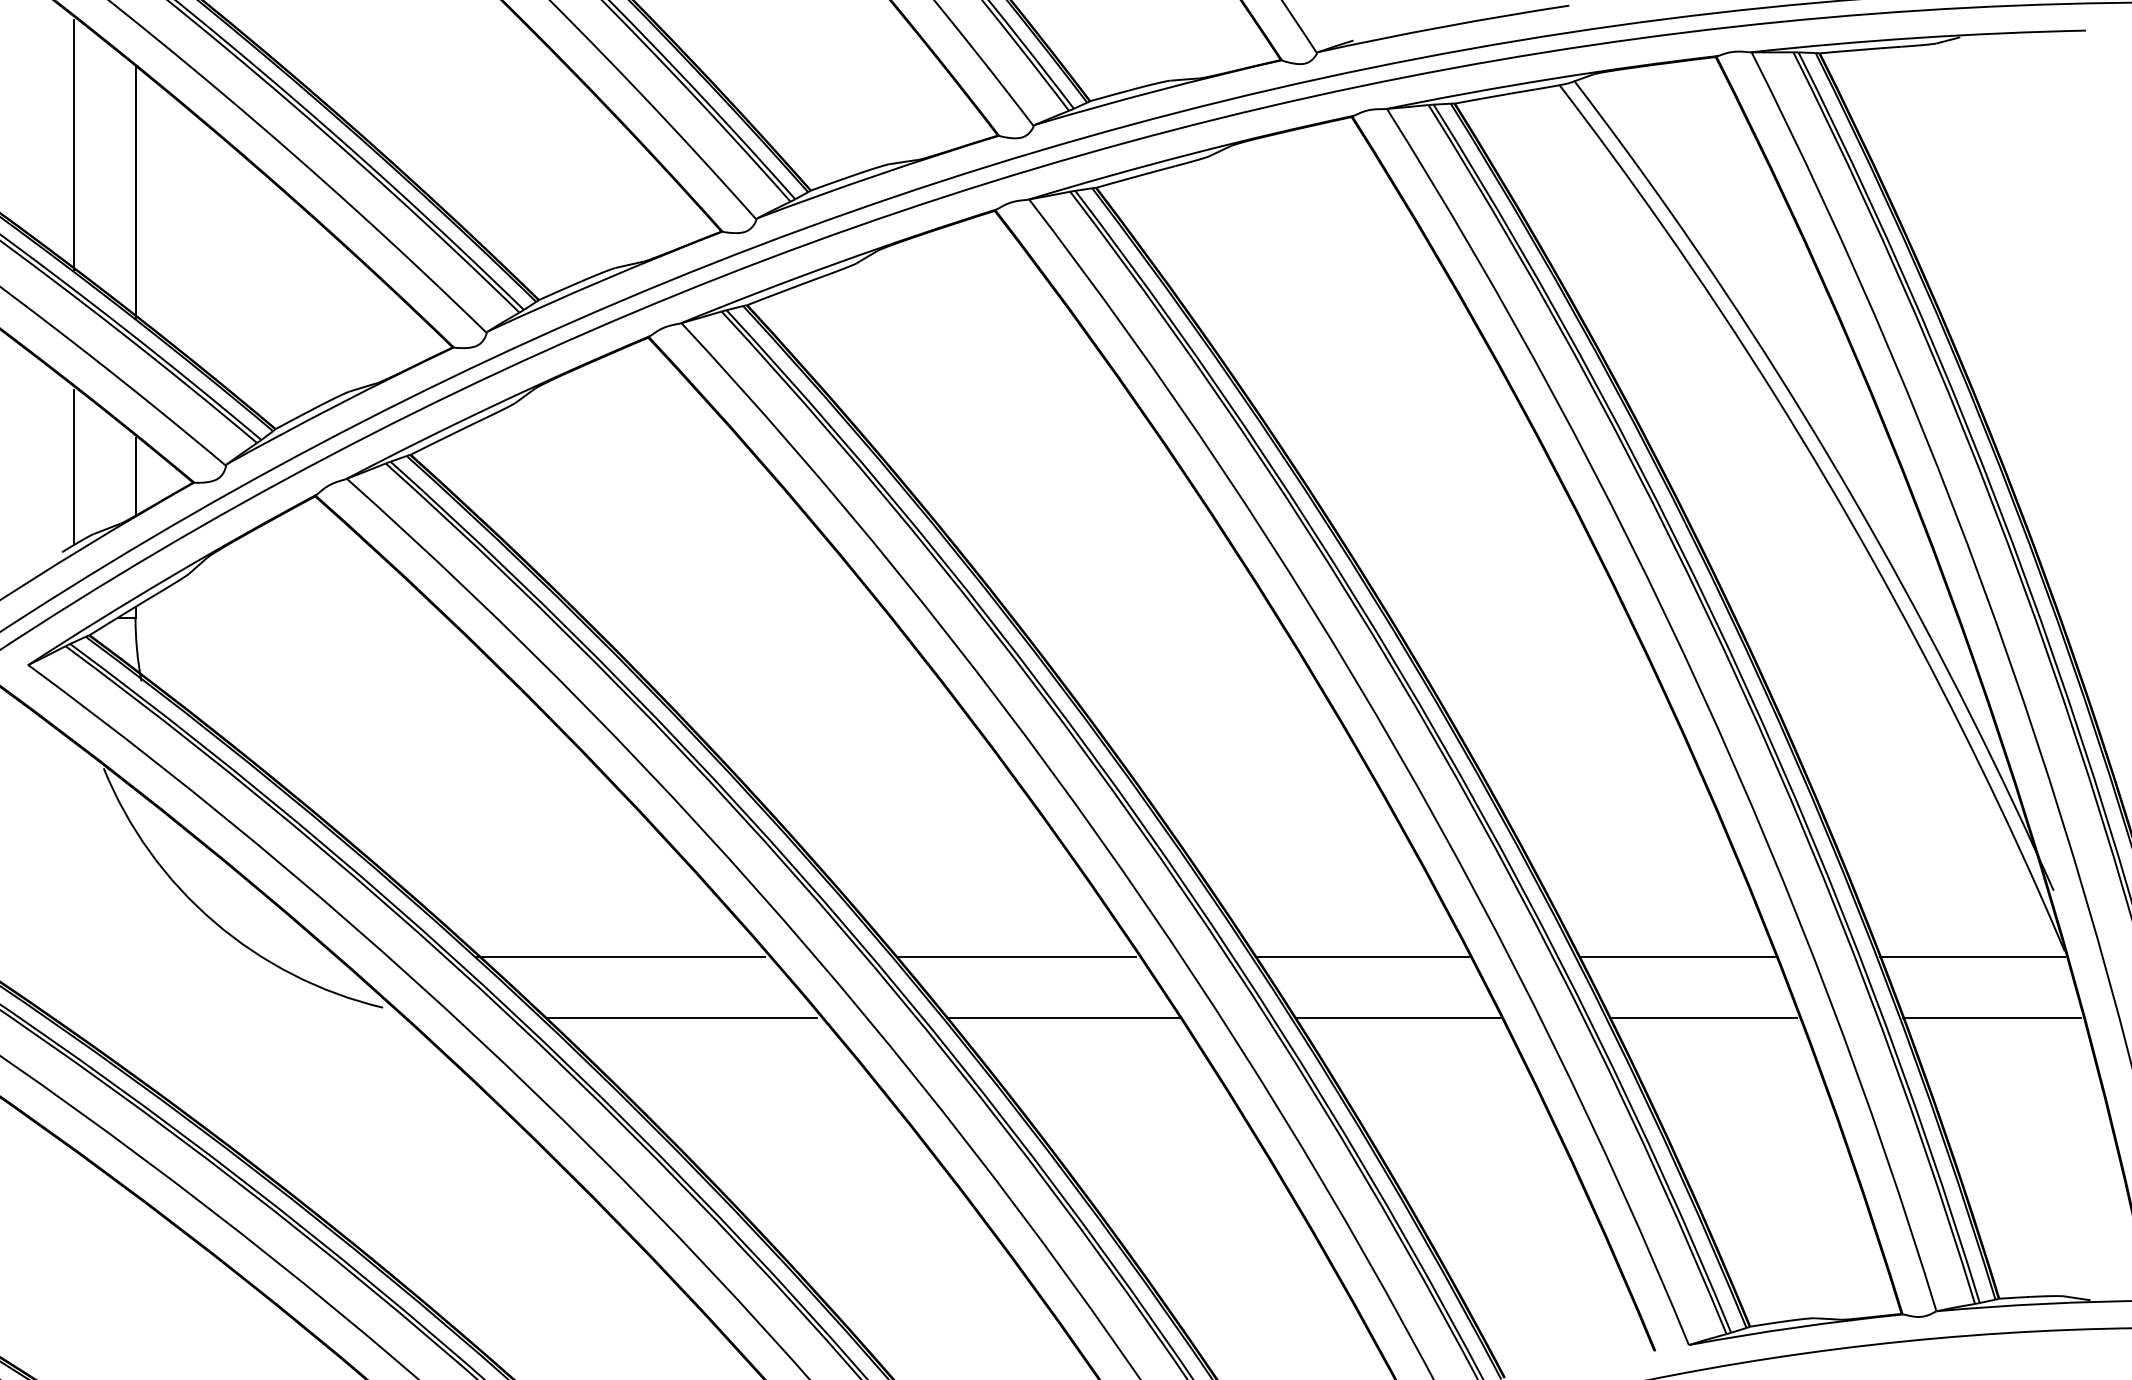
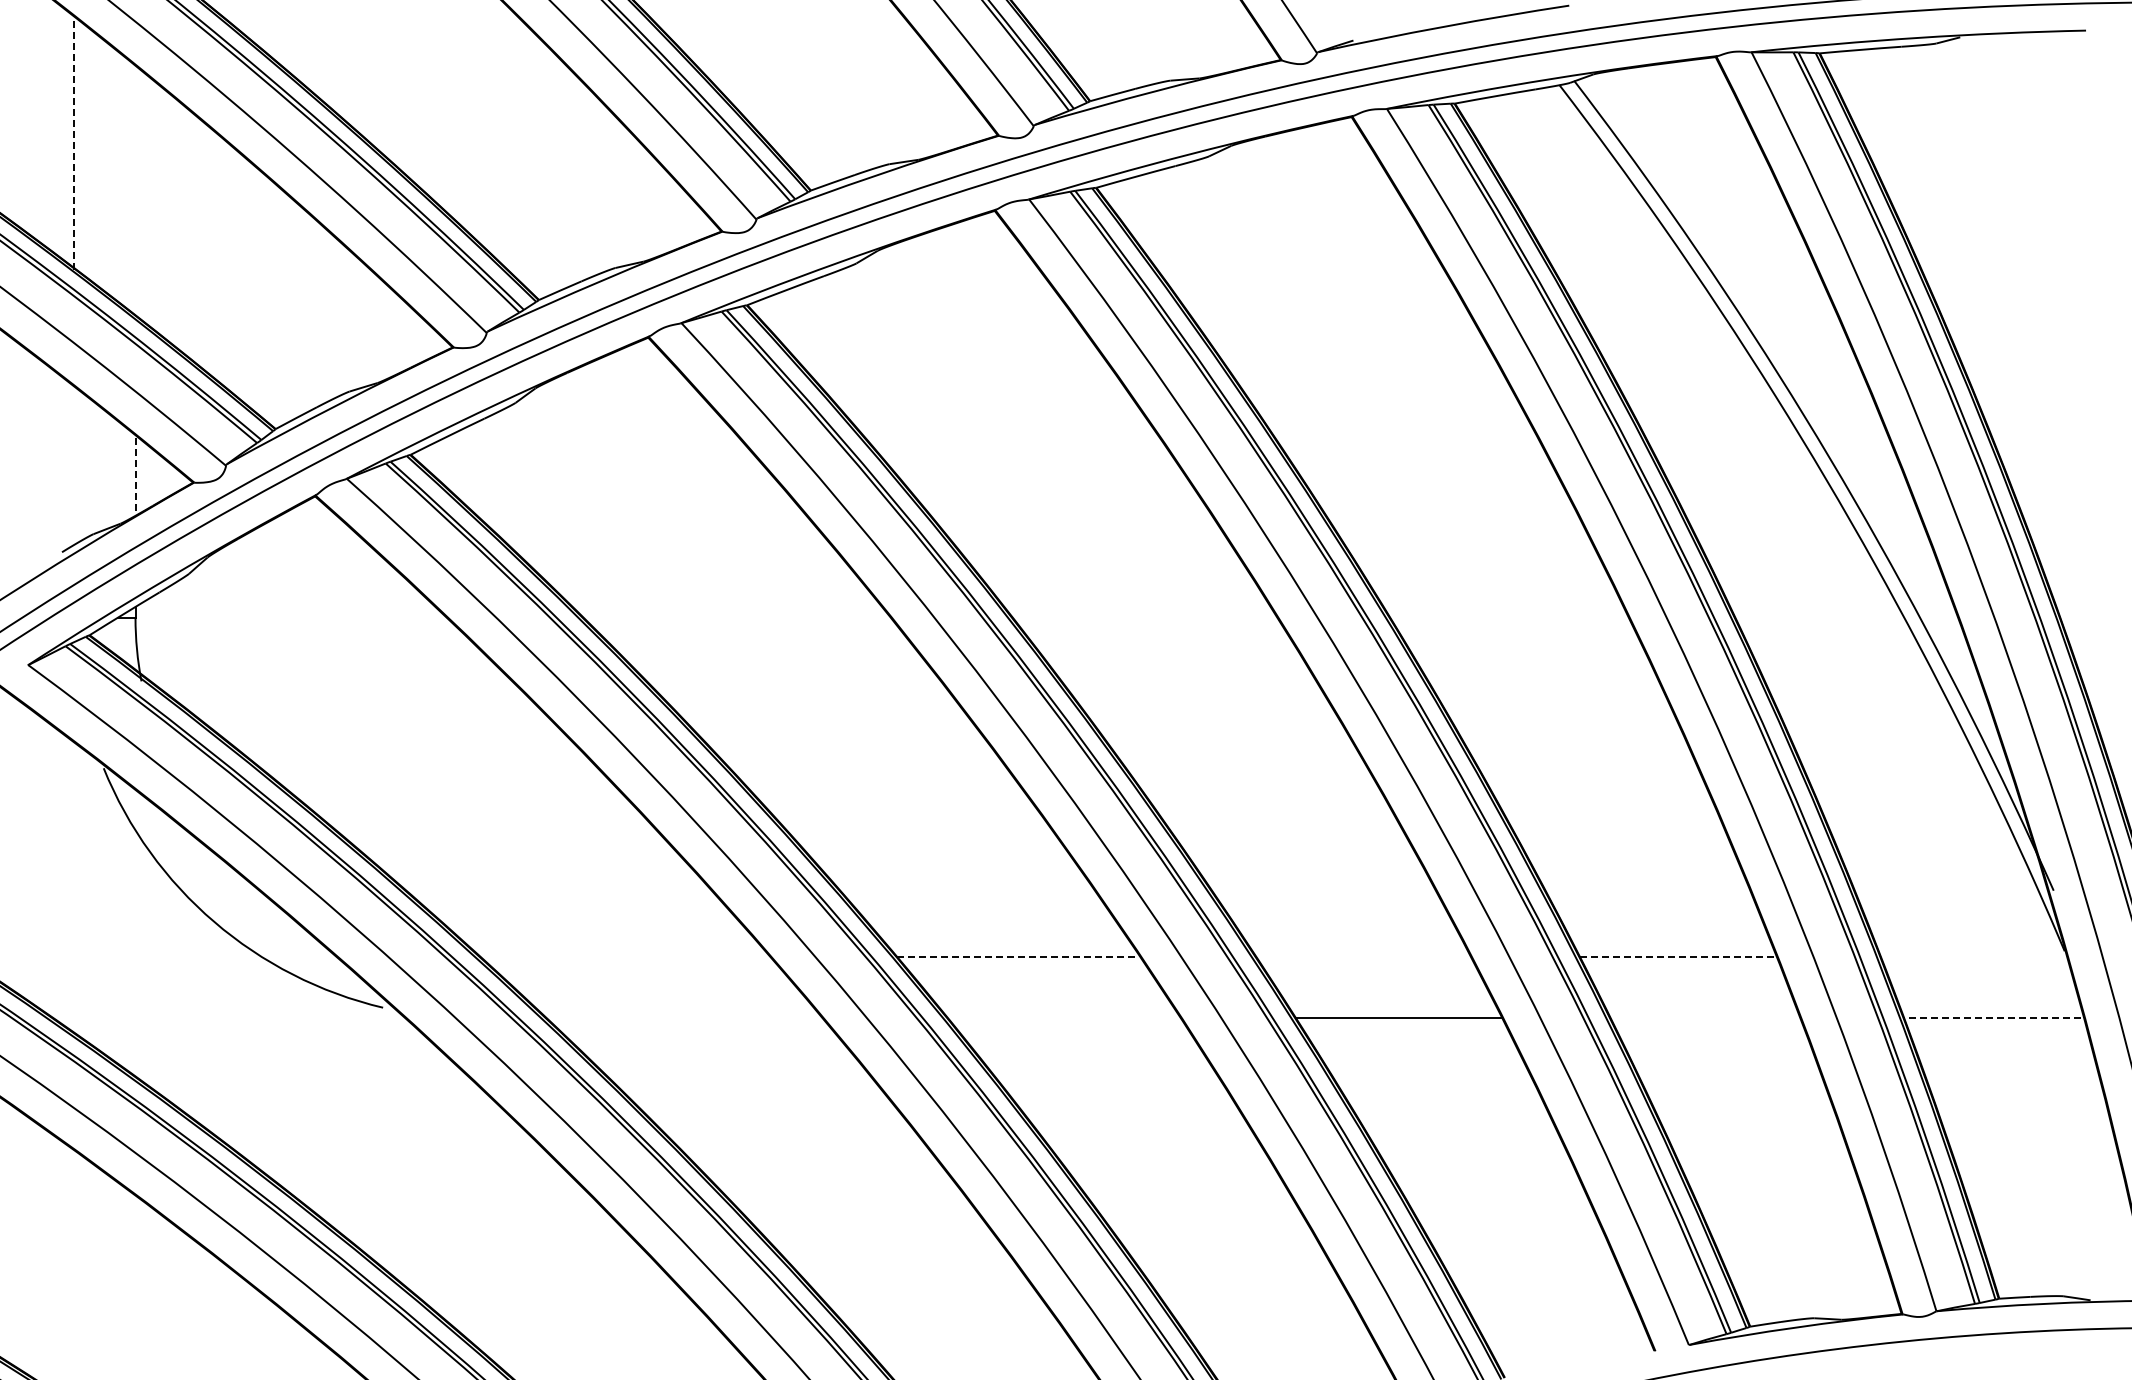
line at (74, 145): solid -> dashed
line at (135, 193): present -> none
line at (74, 467): present -> none
line at (135, 476): solid -> dashed
line at (619, 957): present -> none
line at (1016, 957): solid -> dashed
line at (1362, 957): present -> none
line at (1677, 957): solid -> dashed
line at (1972, 957): present -> none
line at (681, 1018): present -> none
line at (1062, 1018): present -> none
line at (1703, 1018): present -> none
line at (1992, 1018): solid -> dashed
